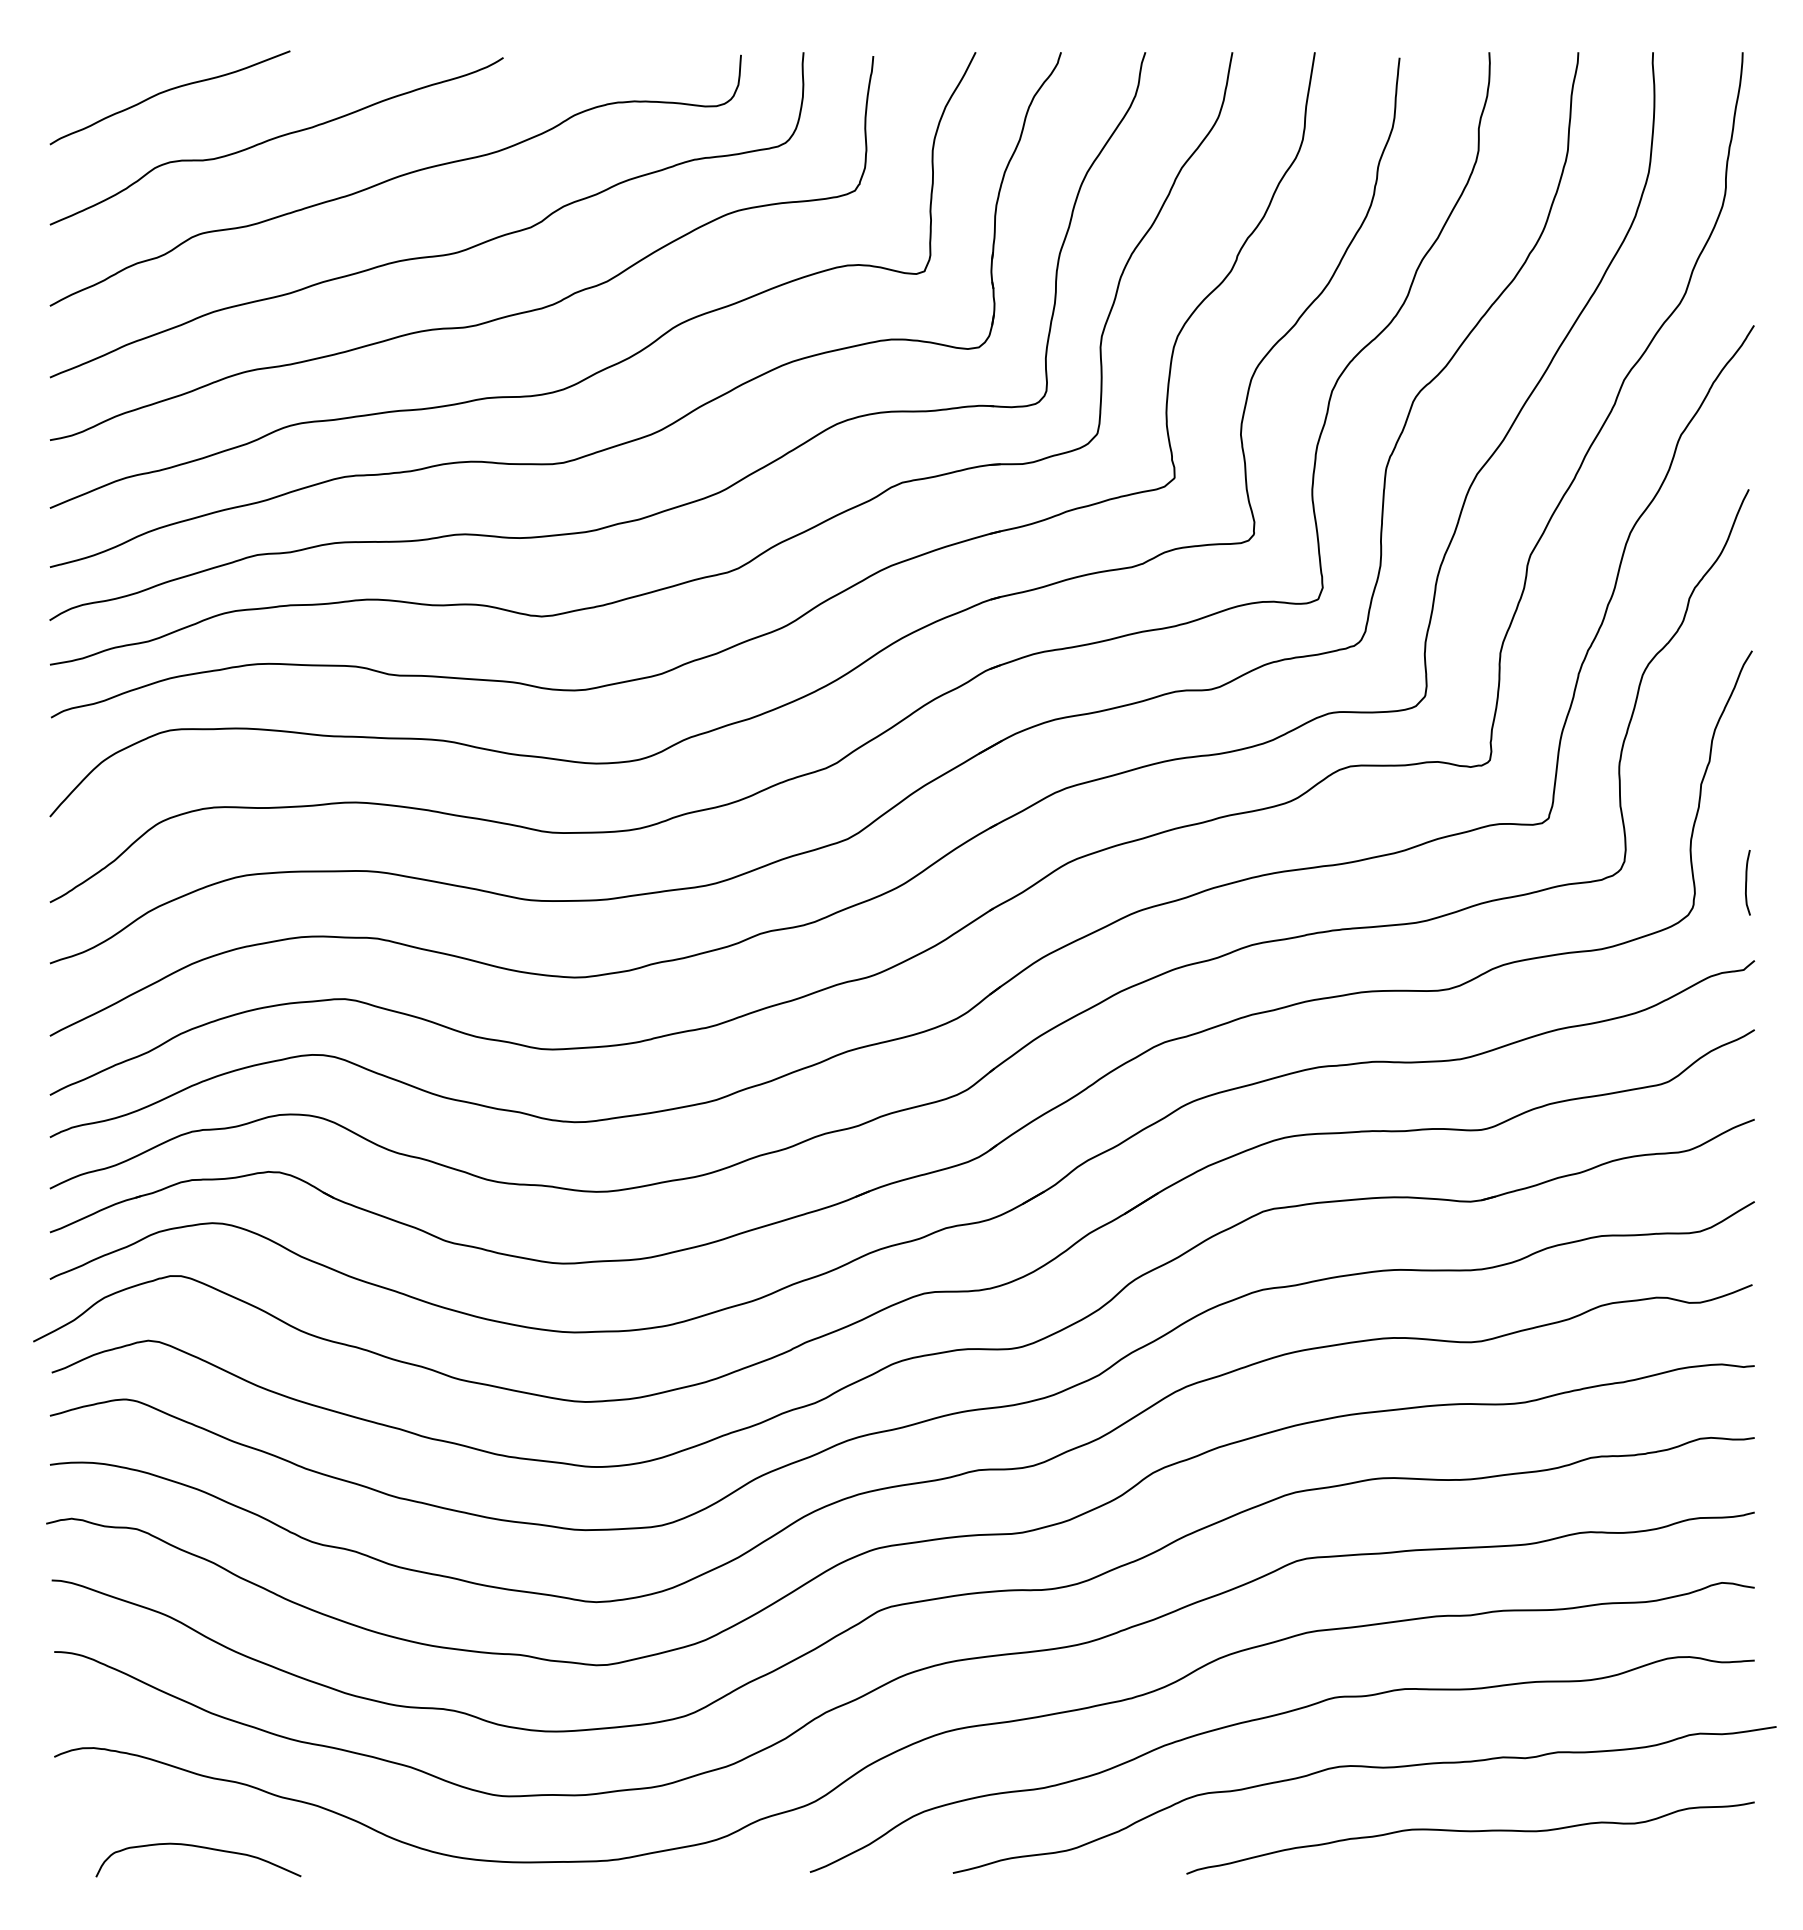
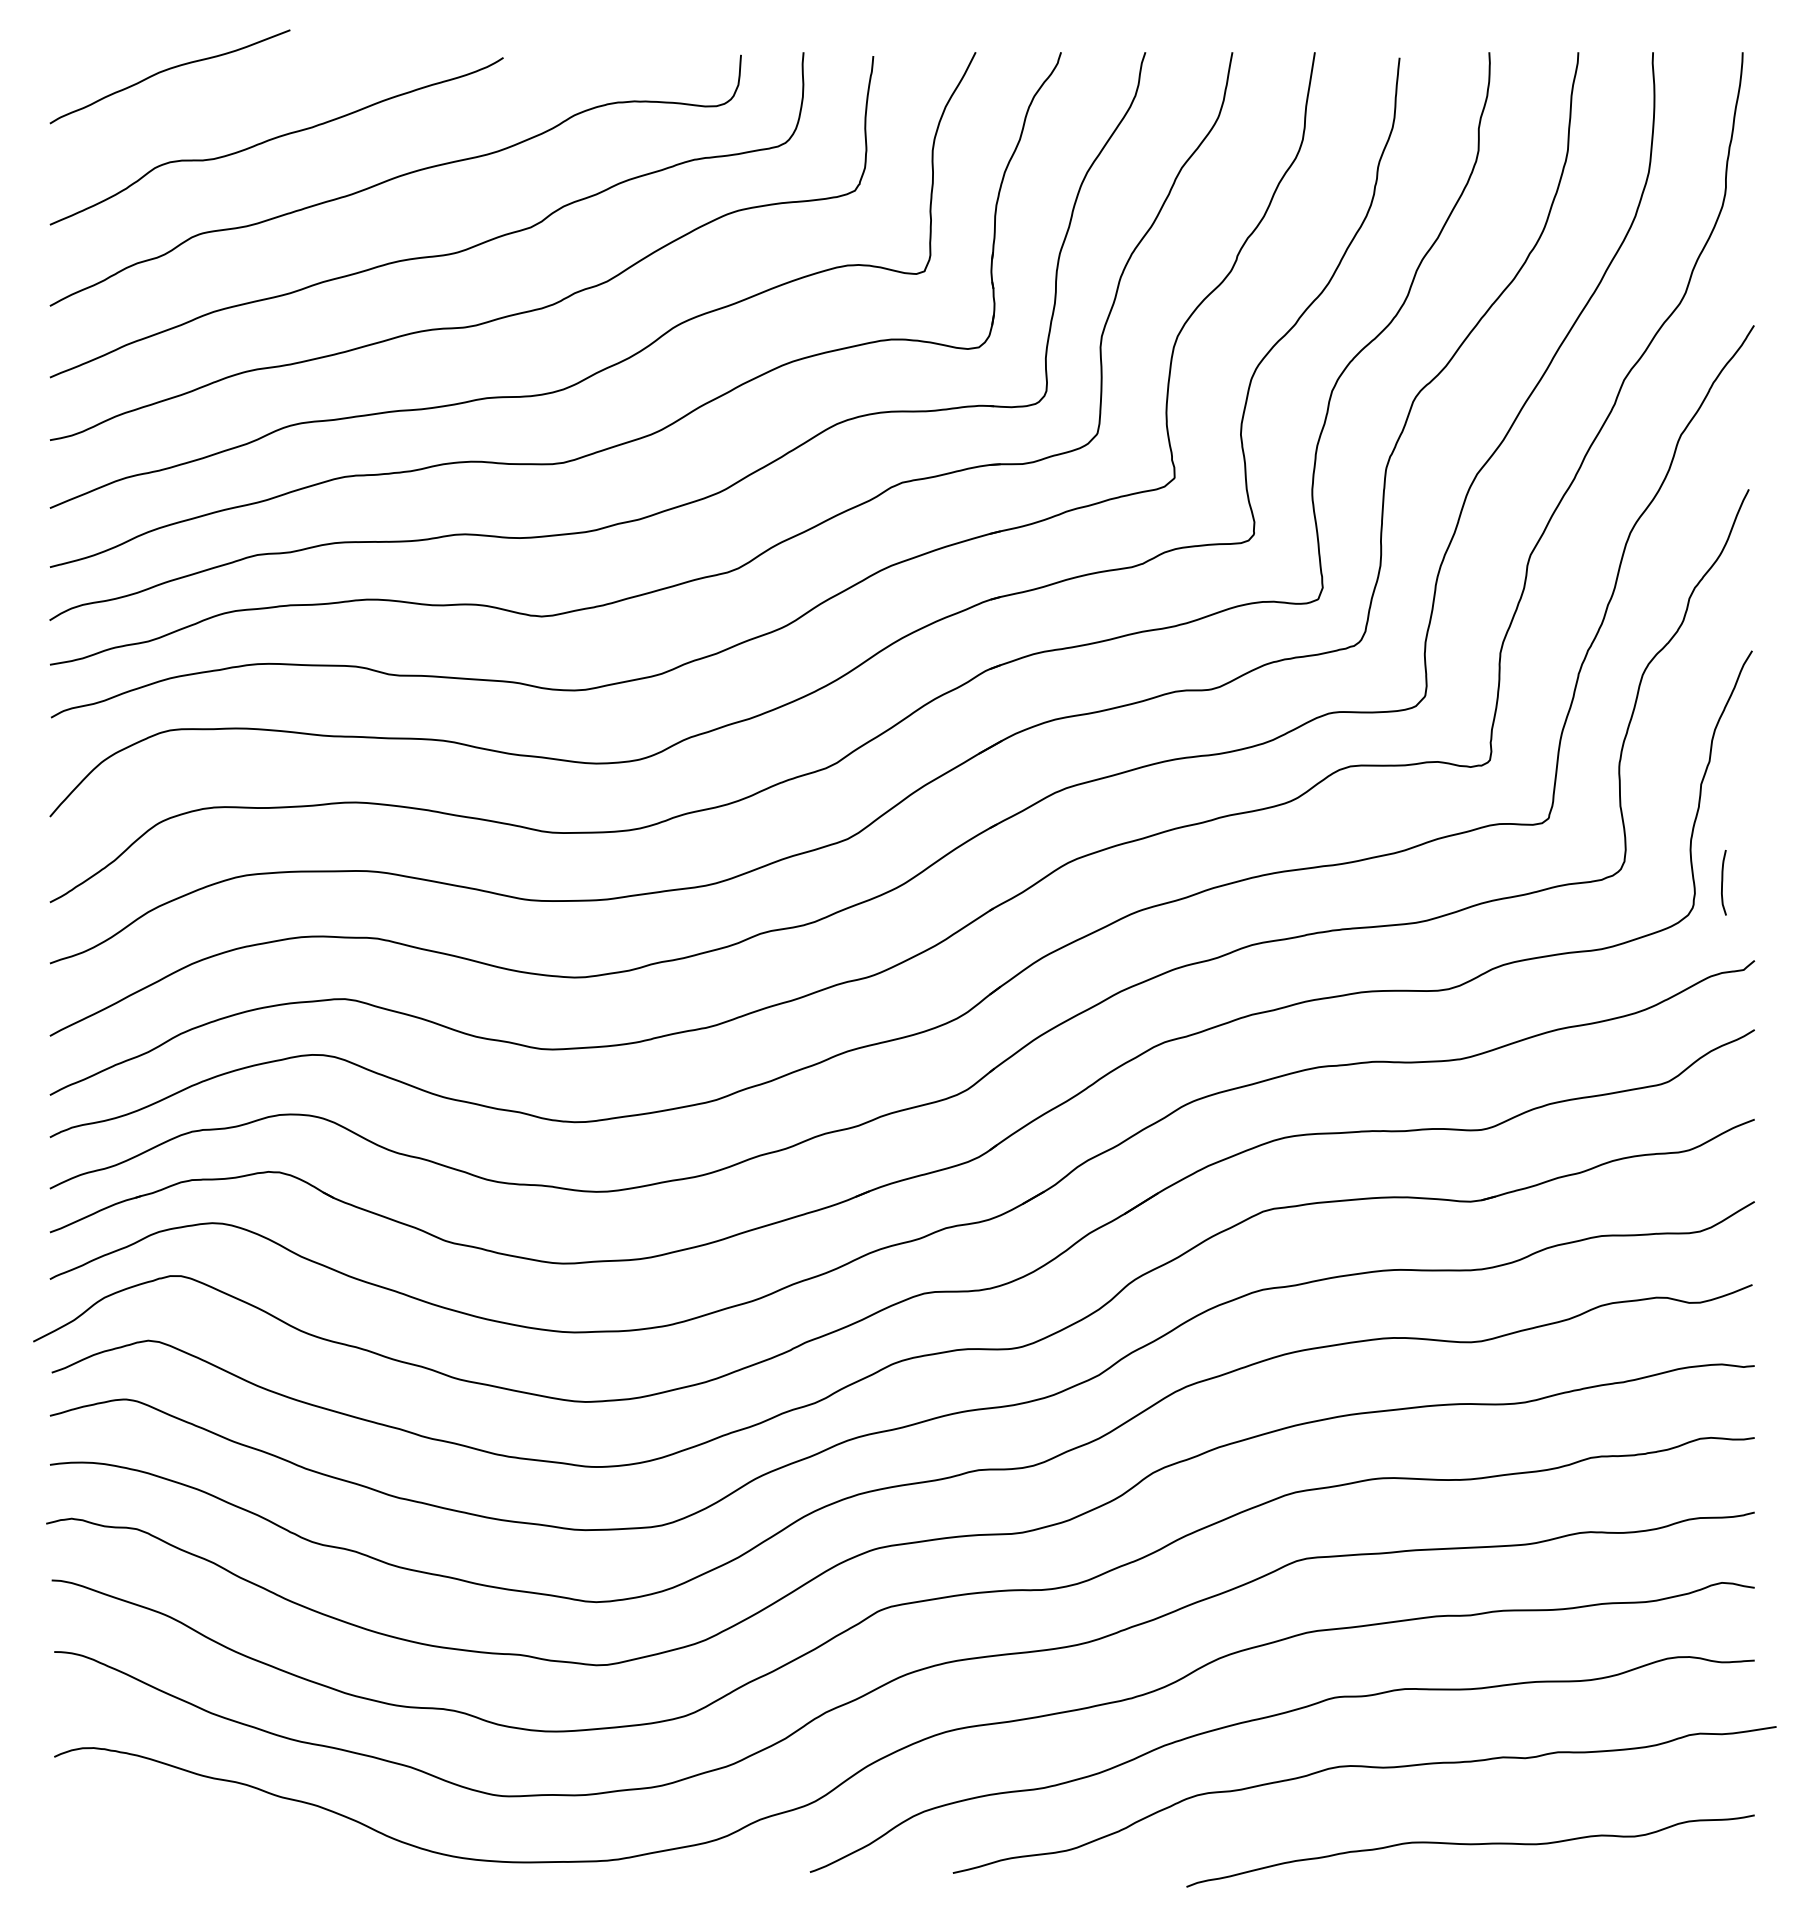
curve at (168, 91) position: (168, 91) -> (168, 70)
curve at (1747, 881) position: (1747, 881) -> (1723, 881)
curve at (1470, 1832) position: (1470, 1832) -> (1470, 1845)
curve at (202, 1848): present -> none
